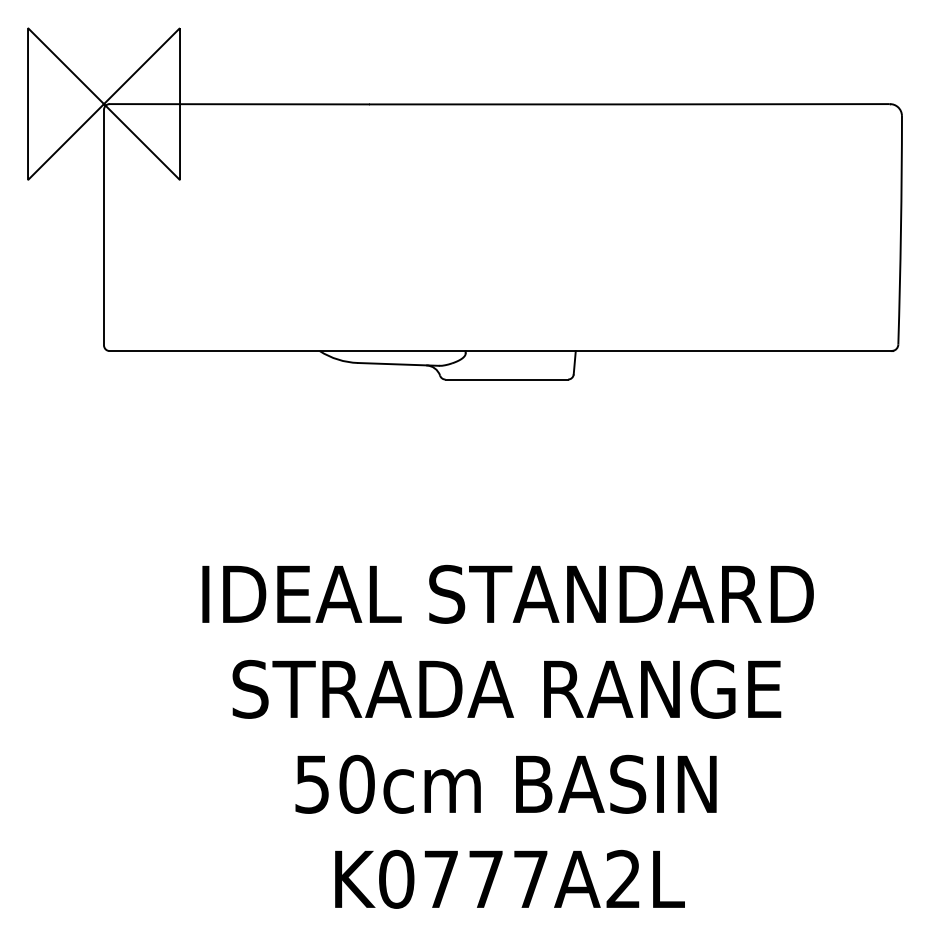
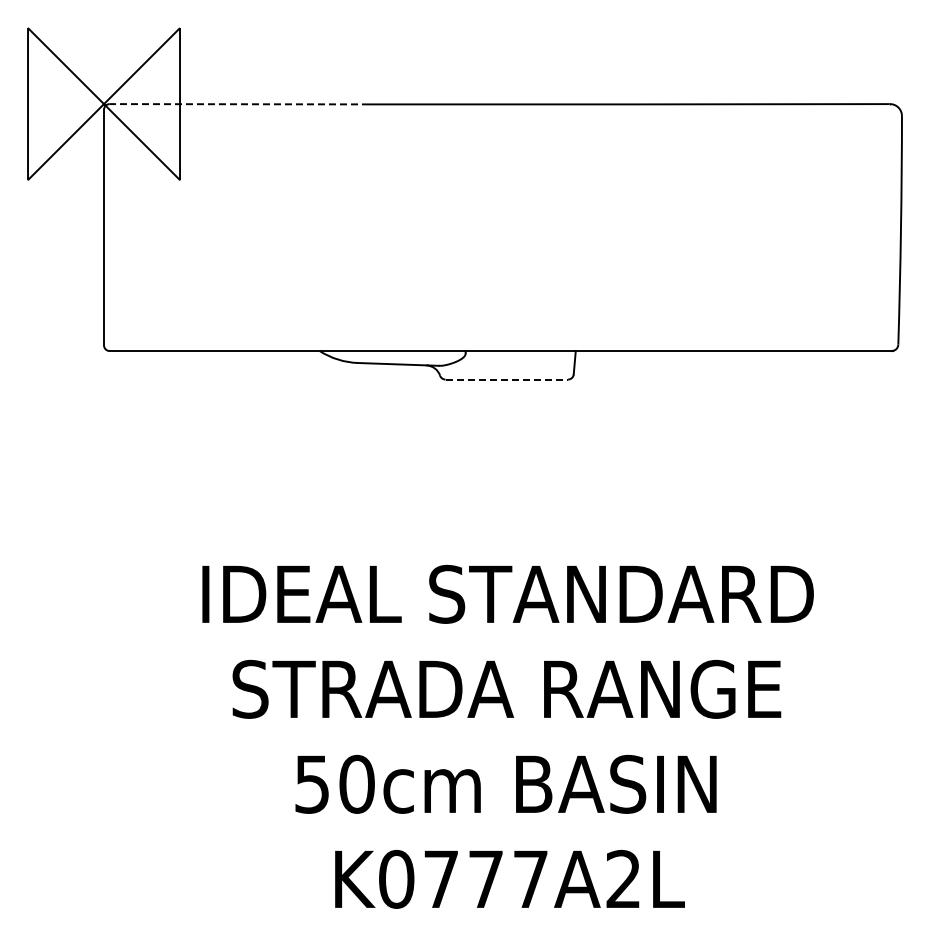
line at (239, 104): solid -> dashed
line at (507, 379): solid -> dashed
